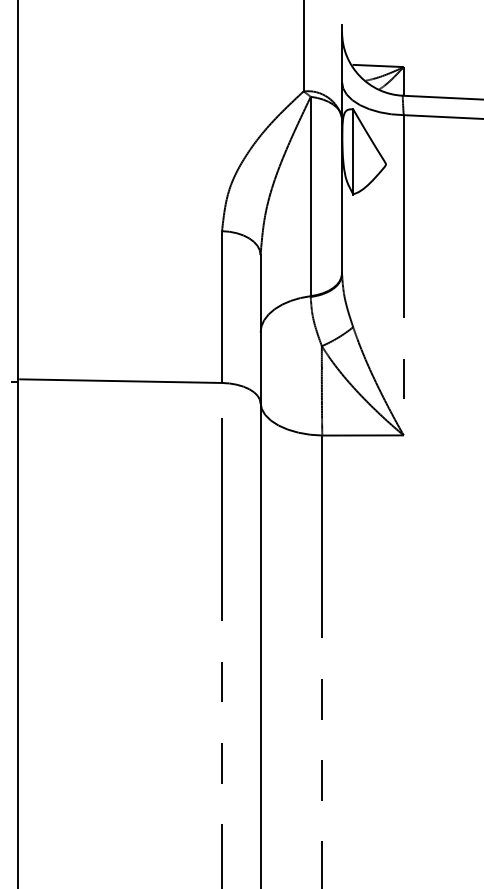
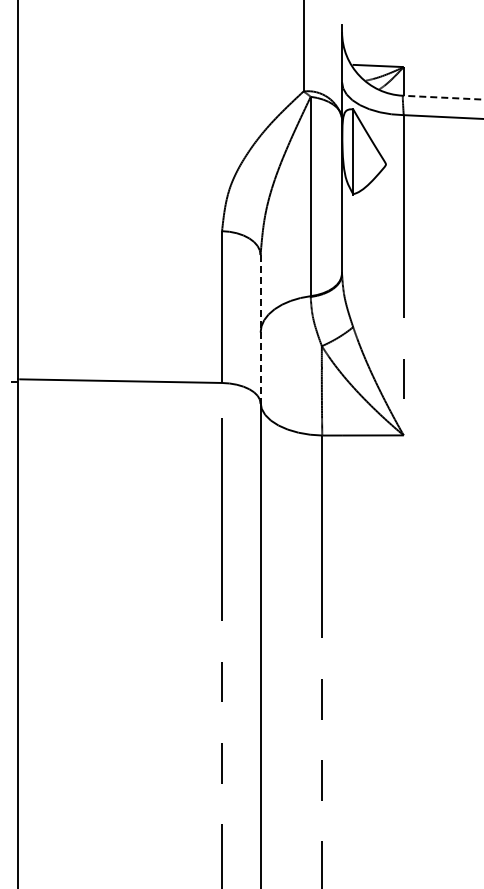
line at (442, 97): solid -> dashed
line at (260, 329): solid -> dashed
